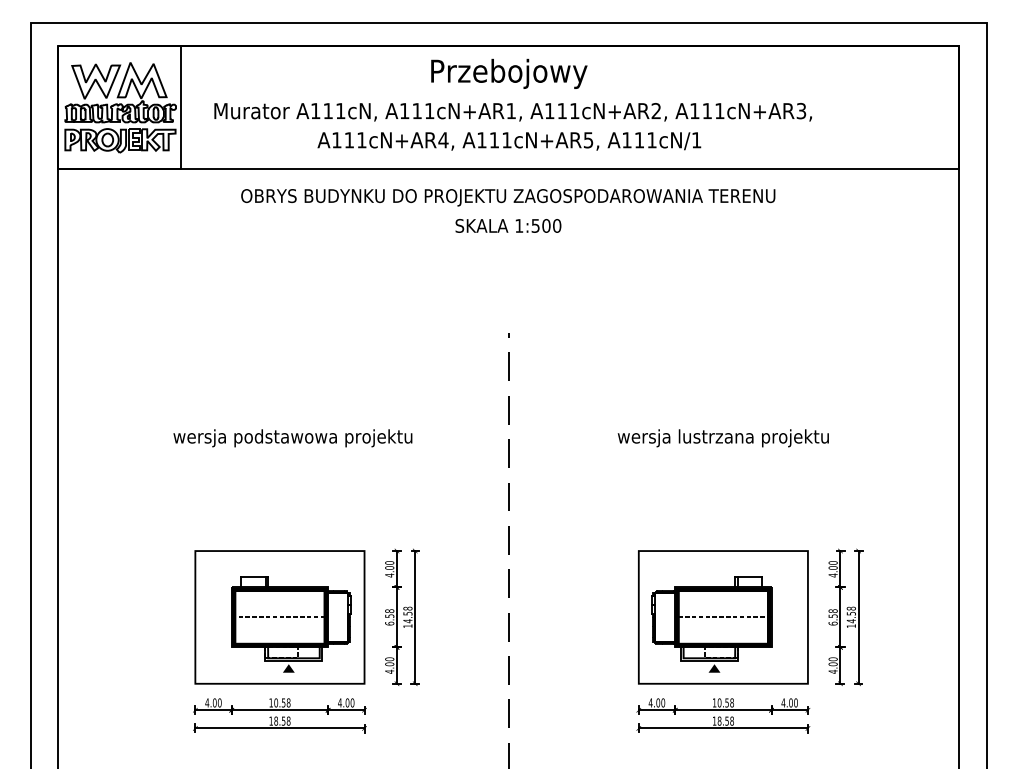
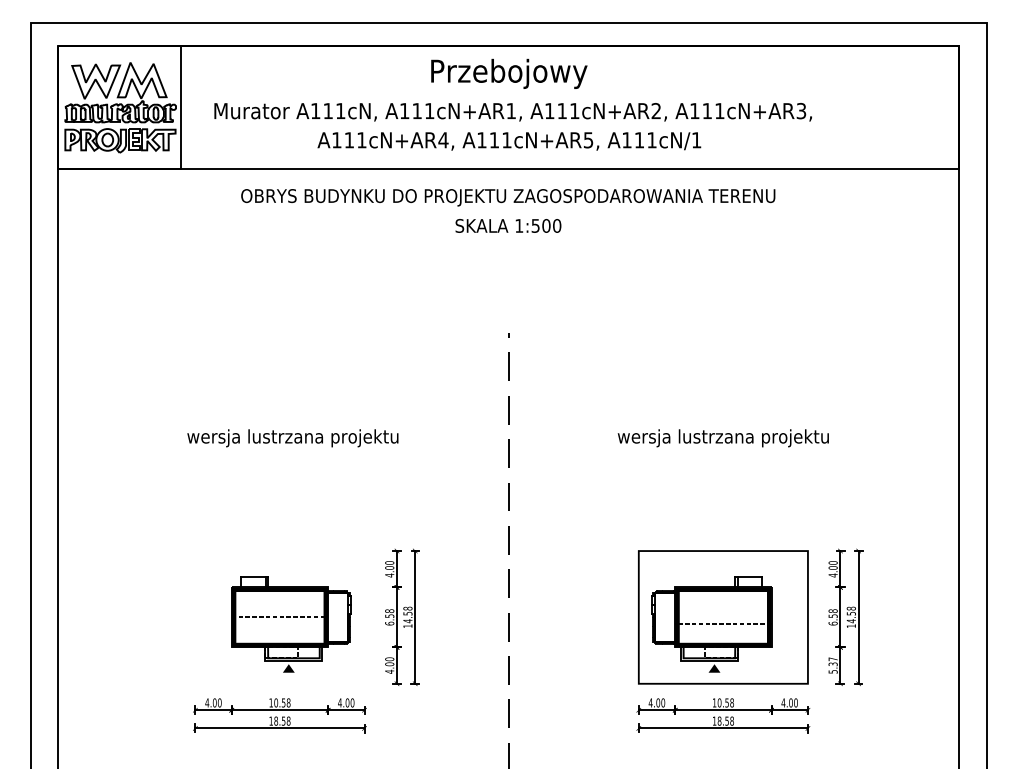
text at (292, 438): wersja podstawowa projektu -> wersja lustrzana projektu
part at (279, 617): present -> none
line at (723, 617) position: (723, 617) -> (723, 624)
text at (832, 665): 4.00 -> 5.37
